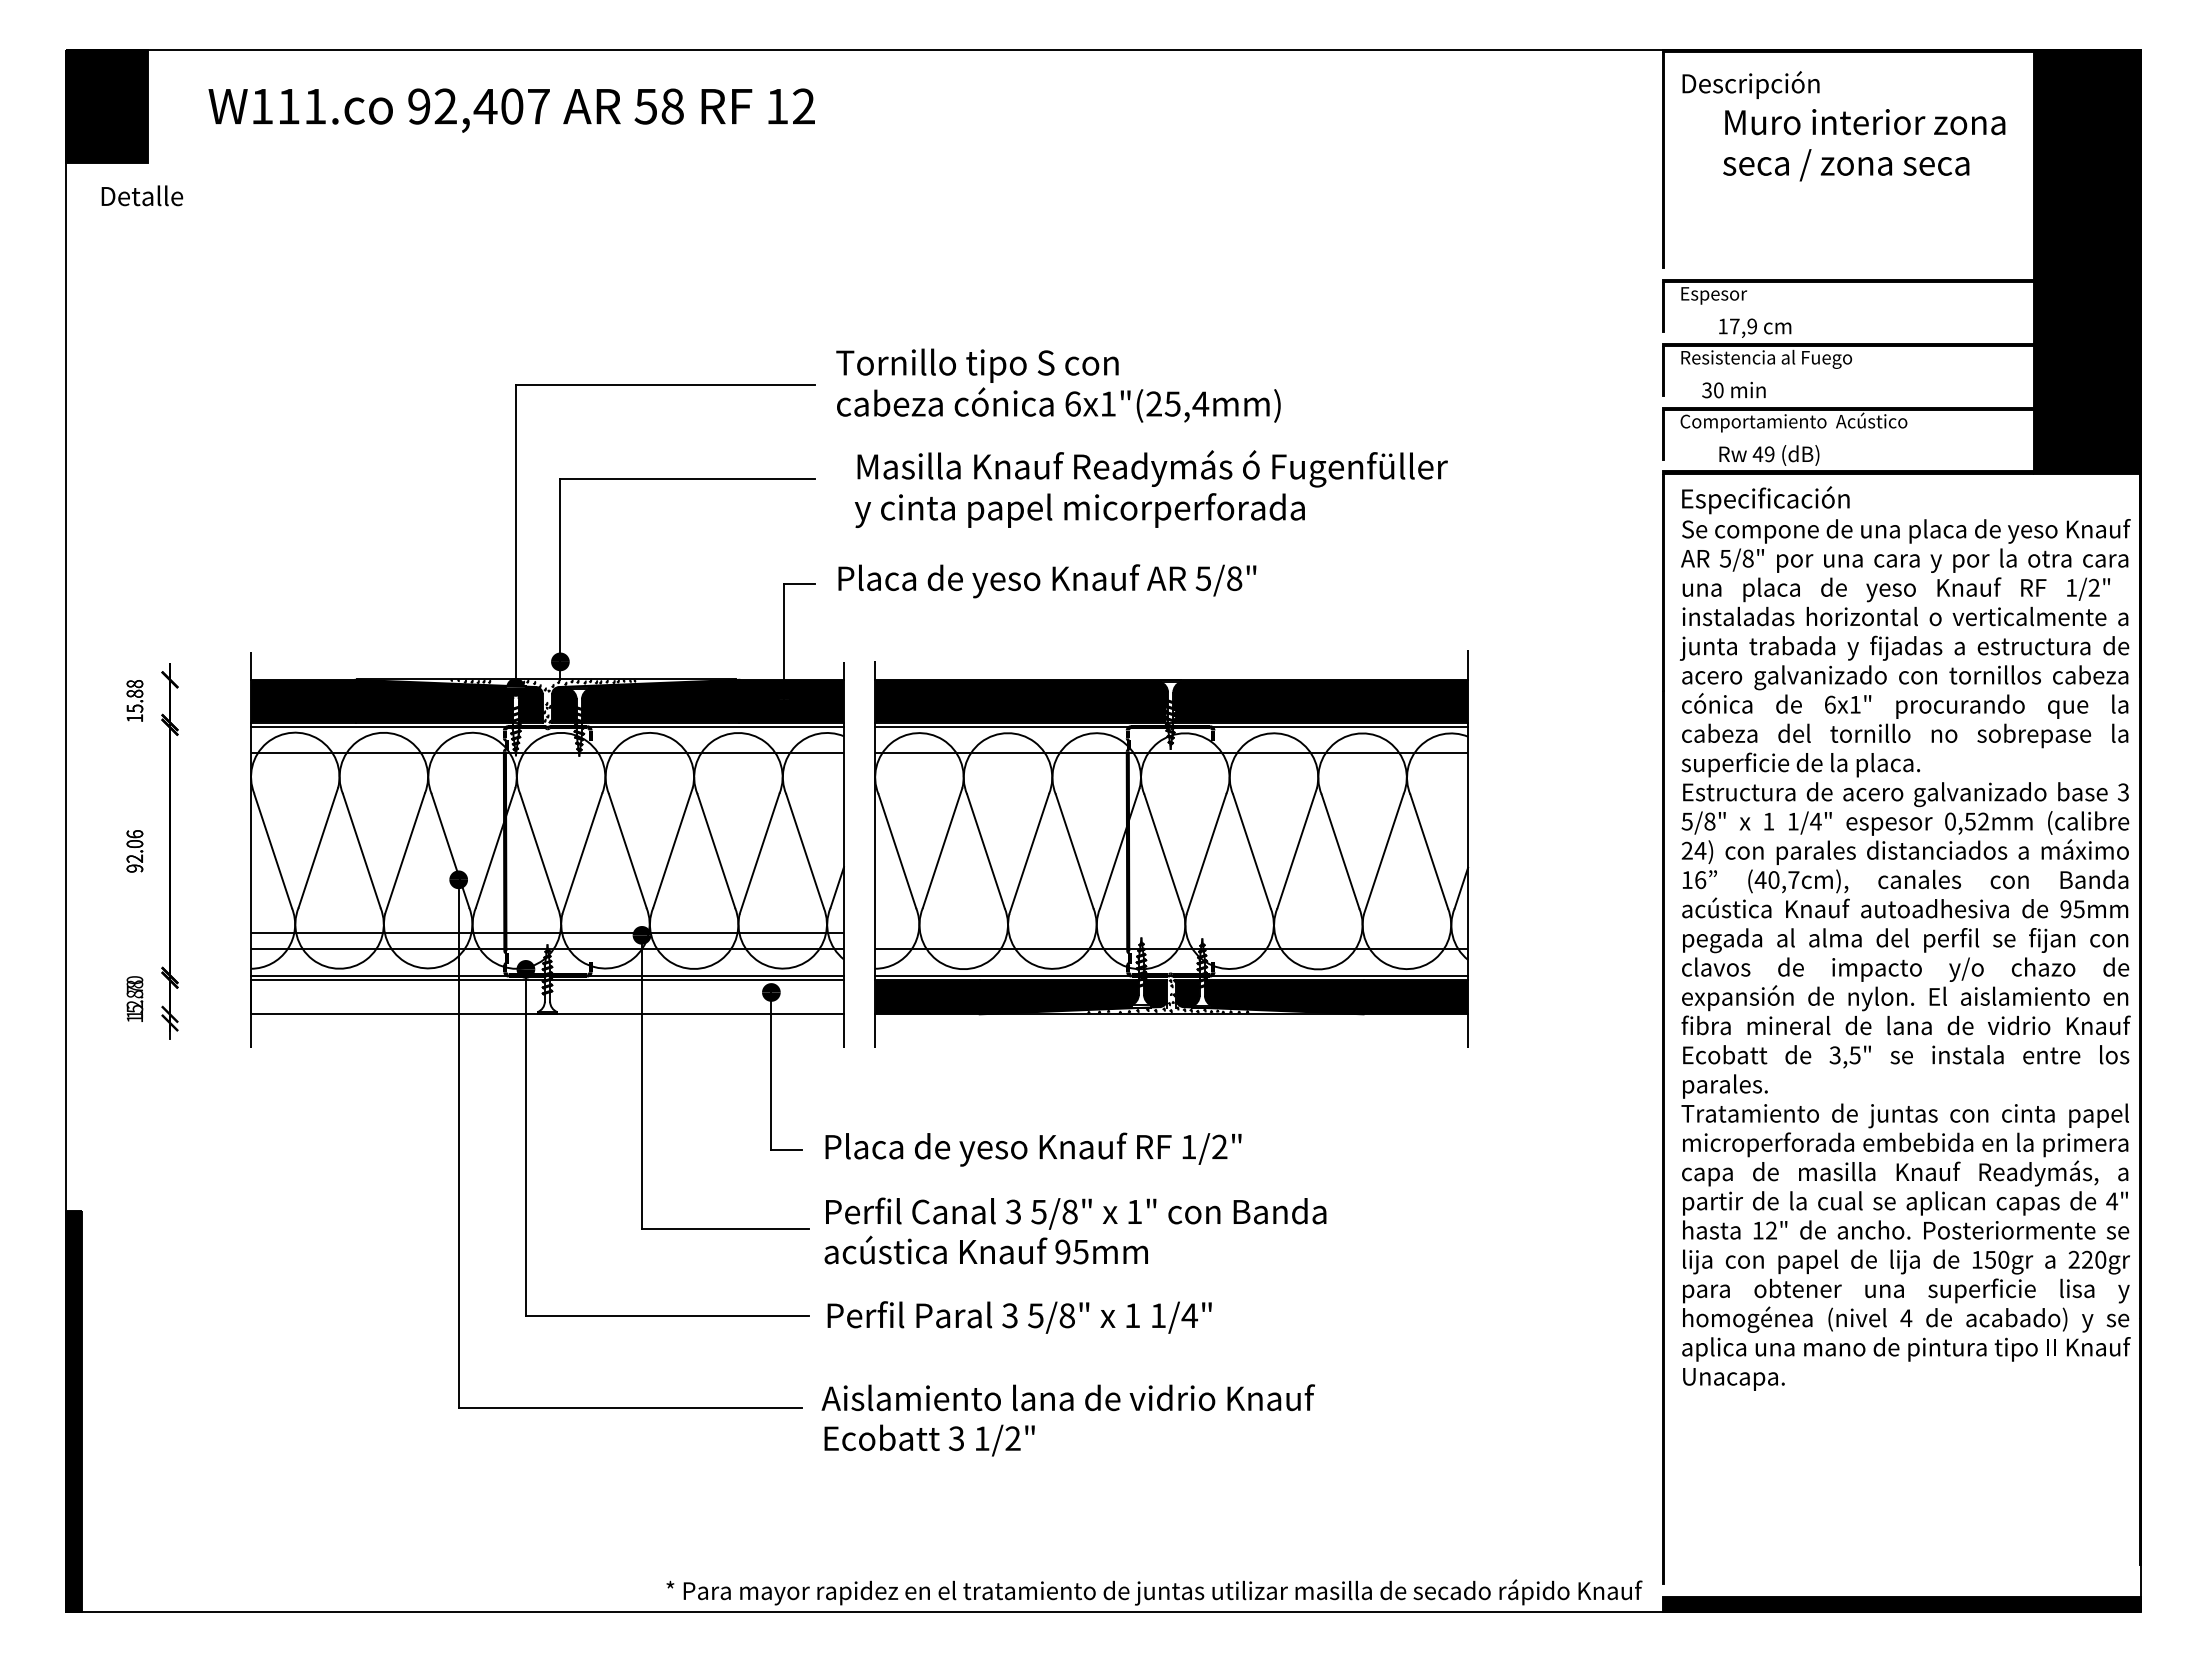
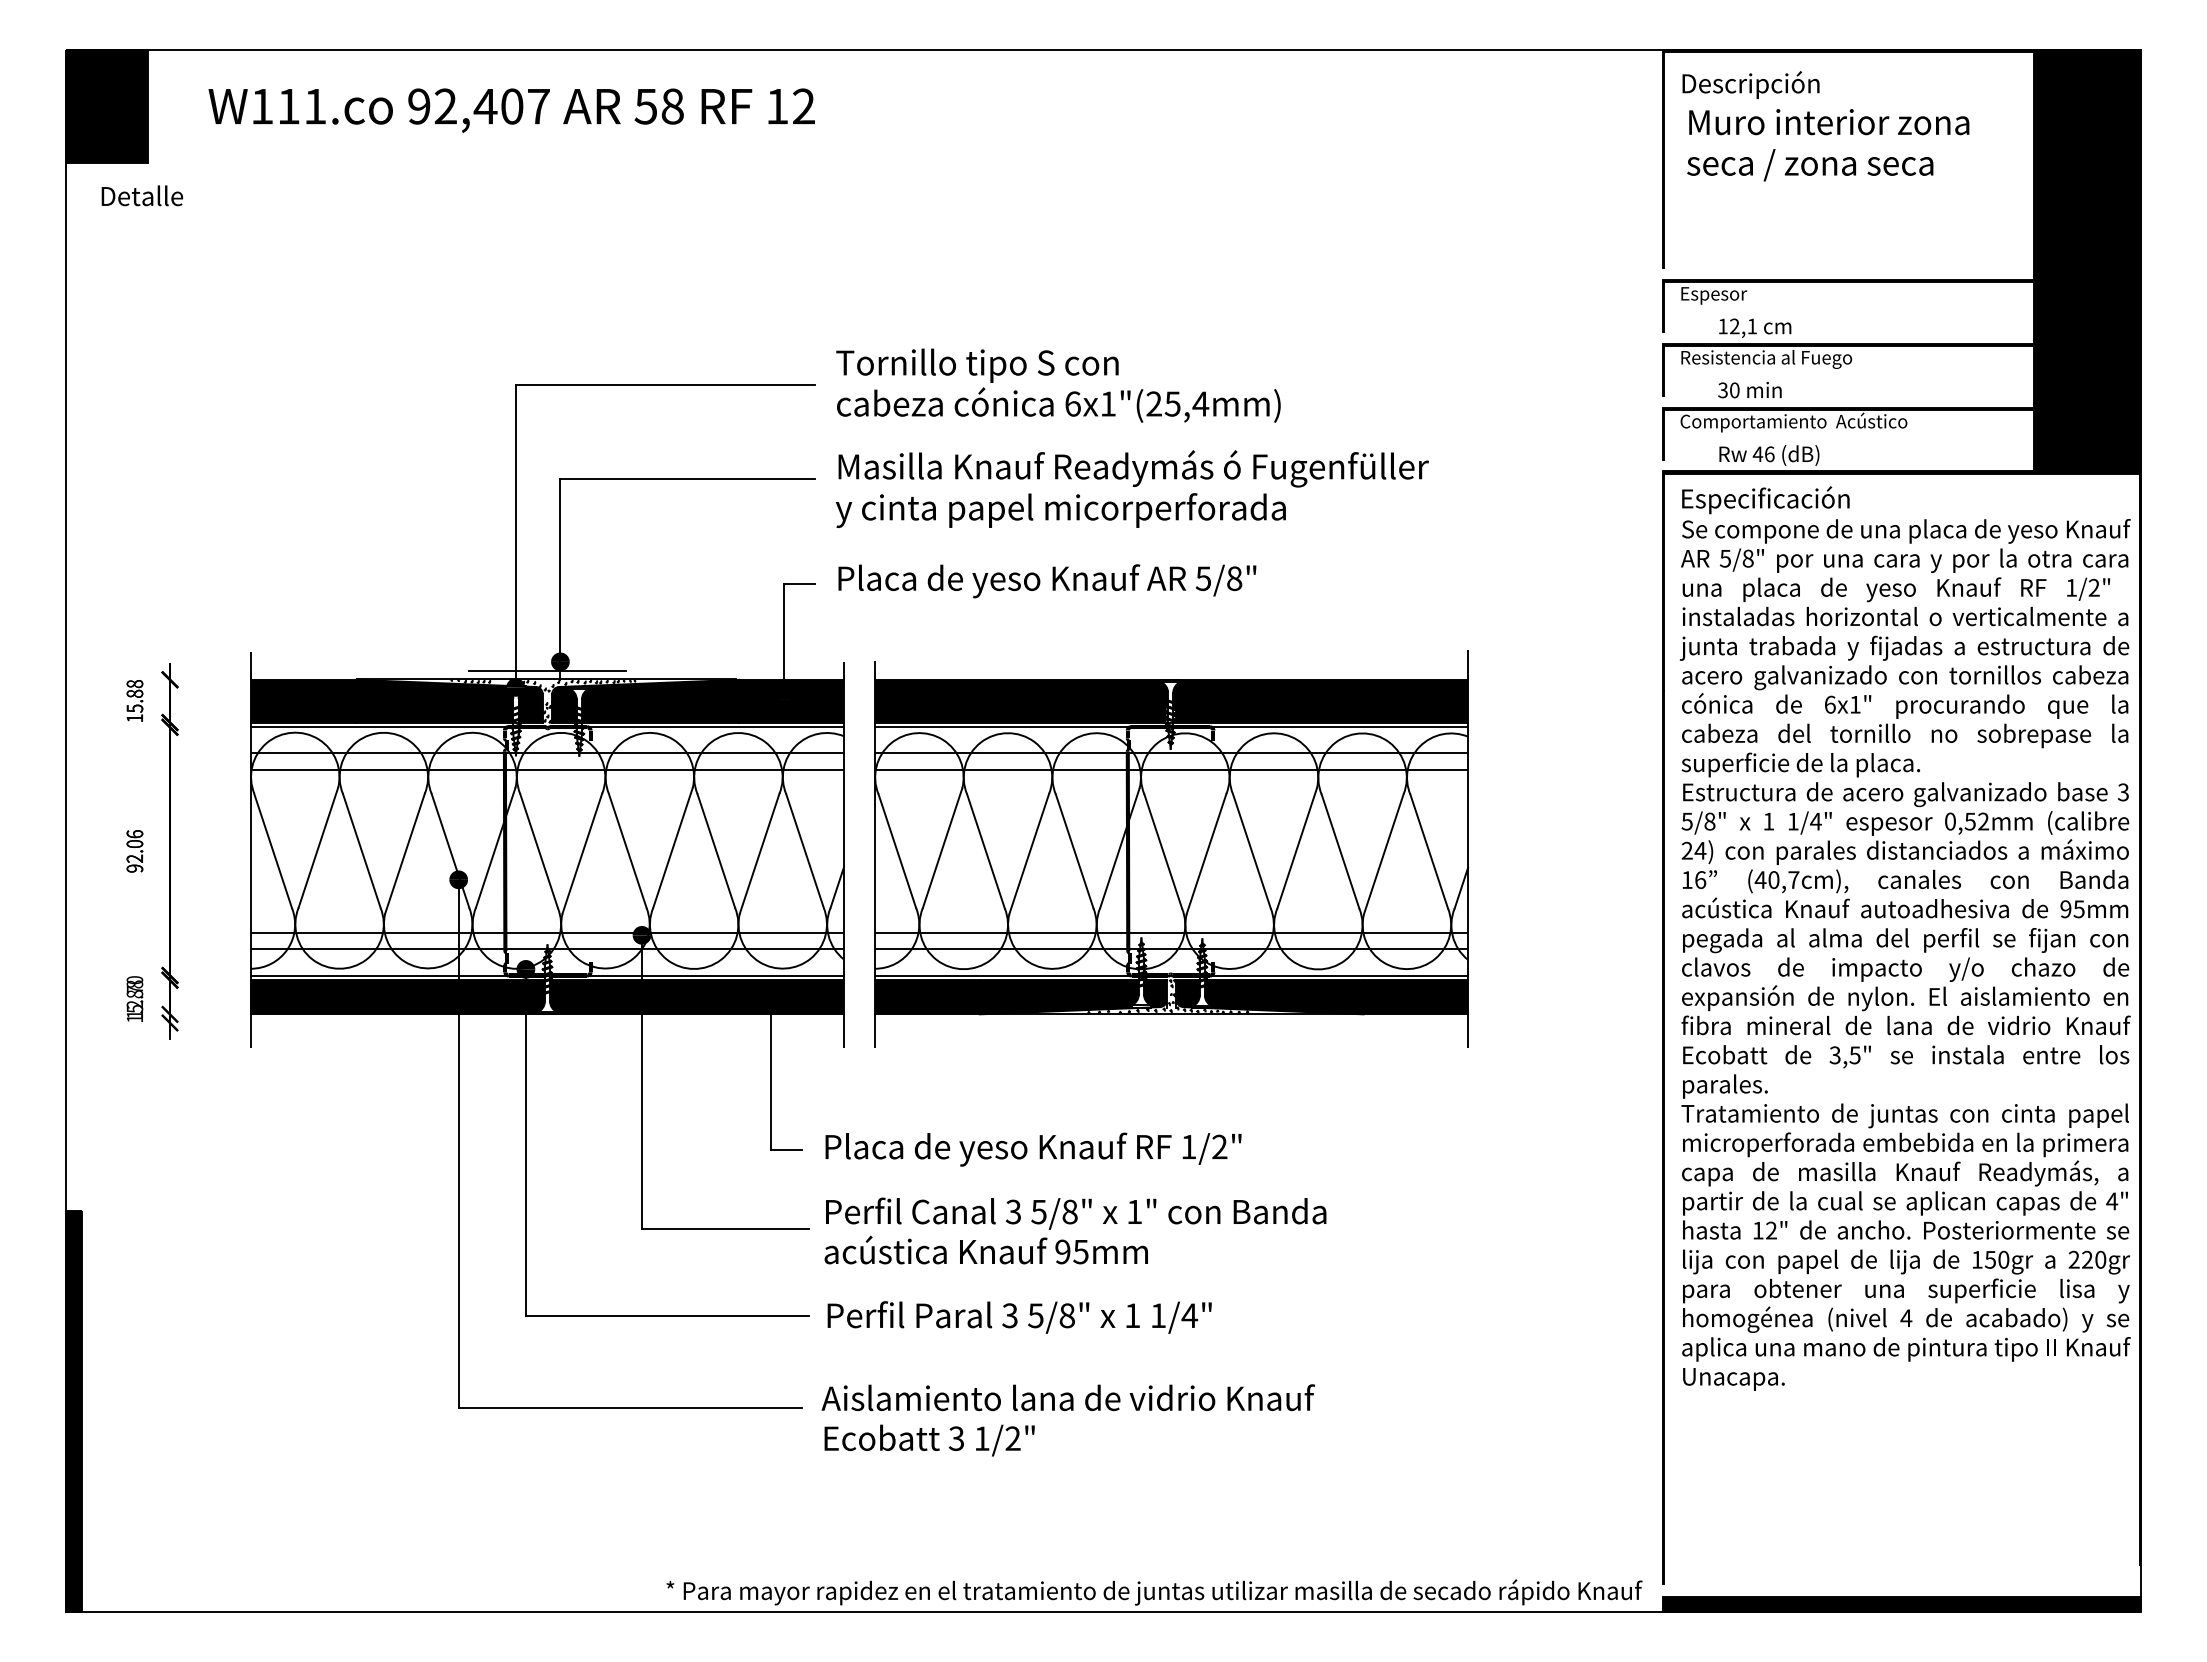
text at (1864, 145) position: (1864, 145) -> (1828, 145)
text at (1743, 326): 17,9 -> 12,1
text at (1733, 389) position: (1733, 389) -> (1749, 389)
text at (1769, 454): 49 -> 46
text at (1150, 488) position: (1150, 488) -> (1131, 488)
line at (547, 671): none -> present
line at (547, 770): none -> present
line at (1171, 770): none -> present
line at (1171, 932): none -> present
fill at (397, 997): none -> present
fill at (696, 997): none -> present
